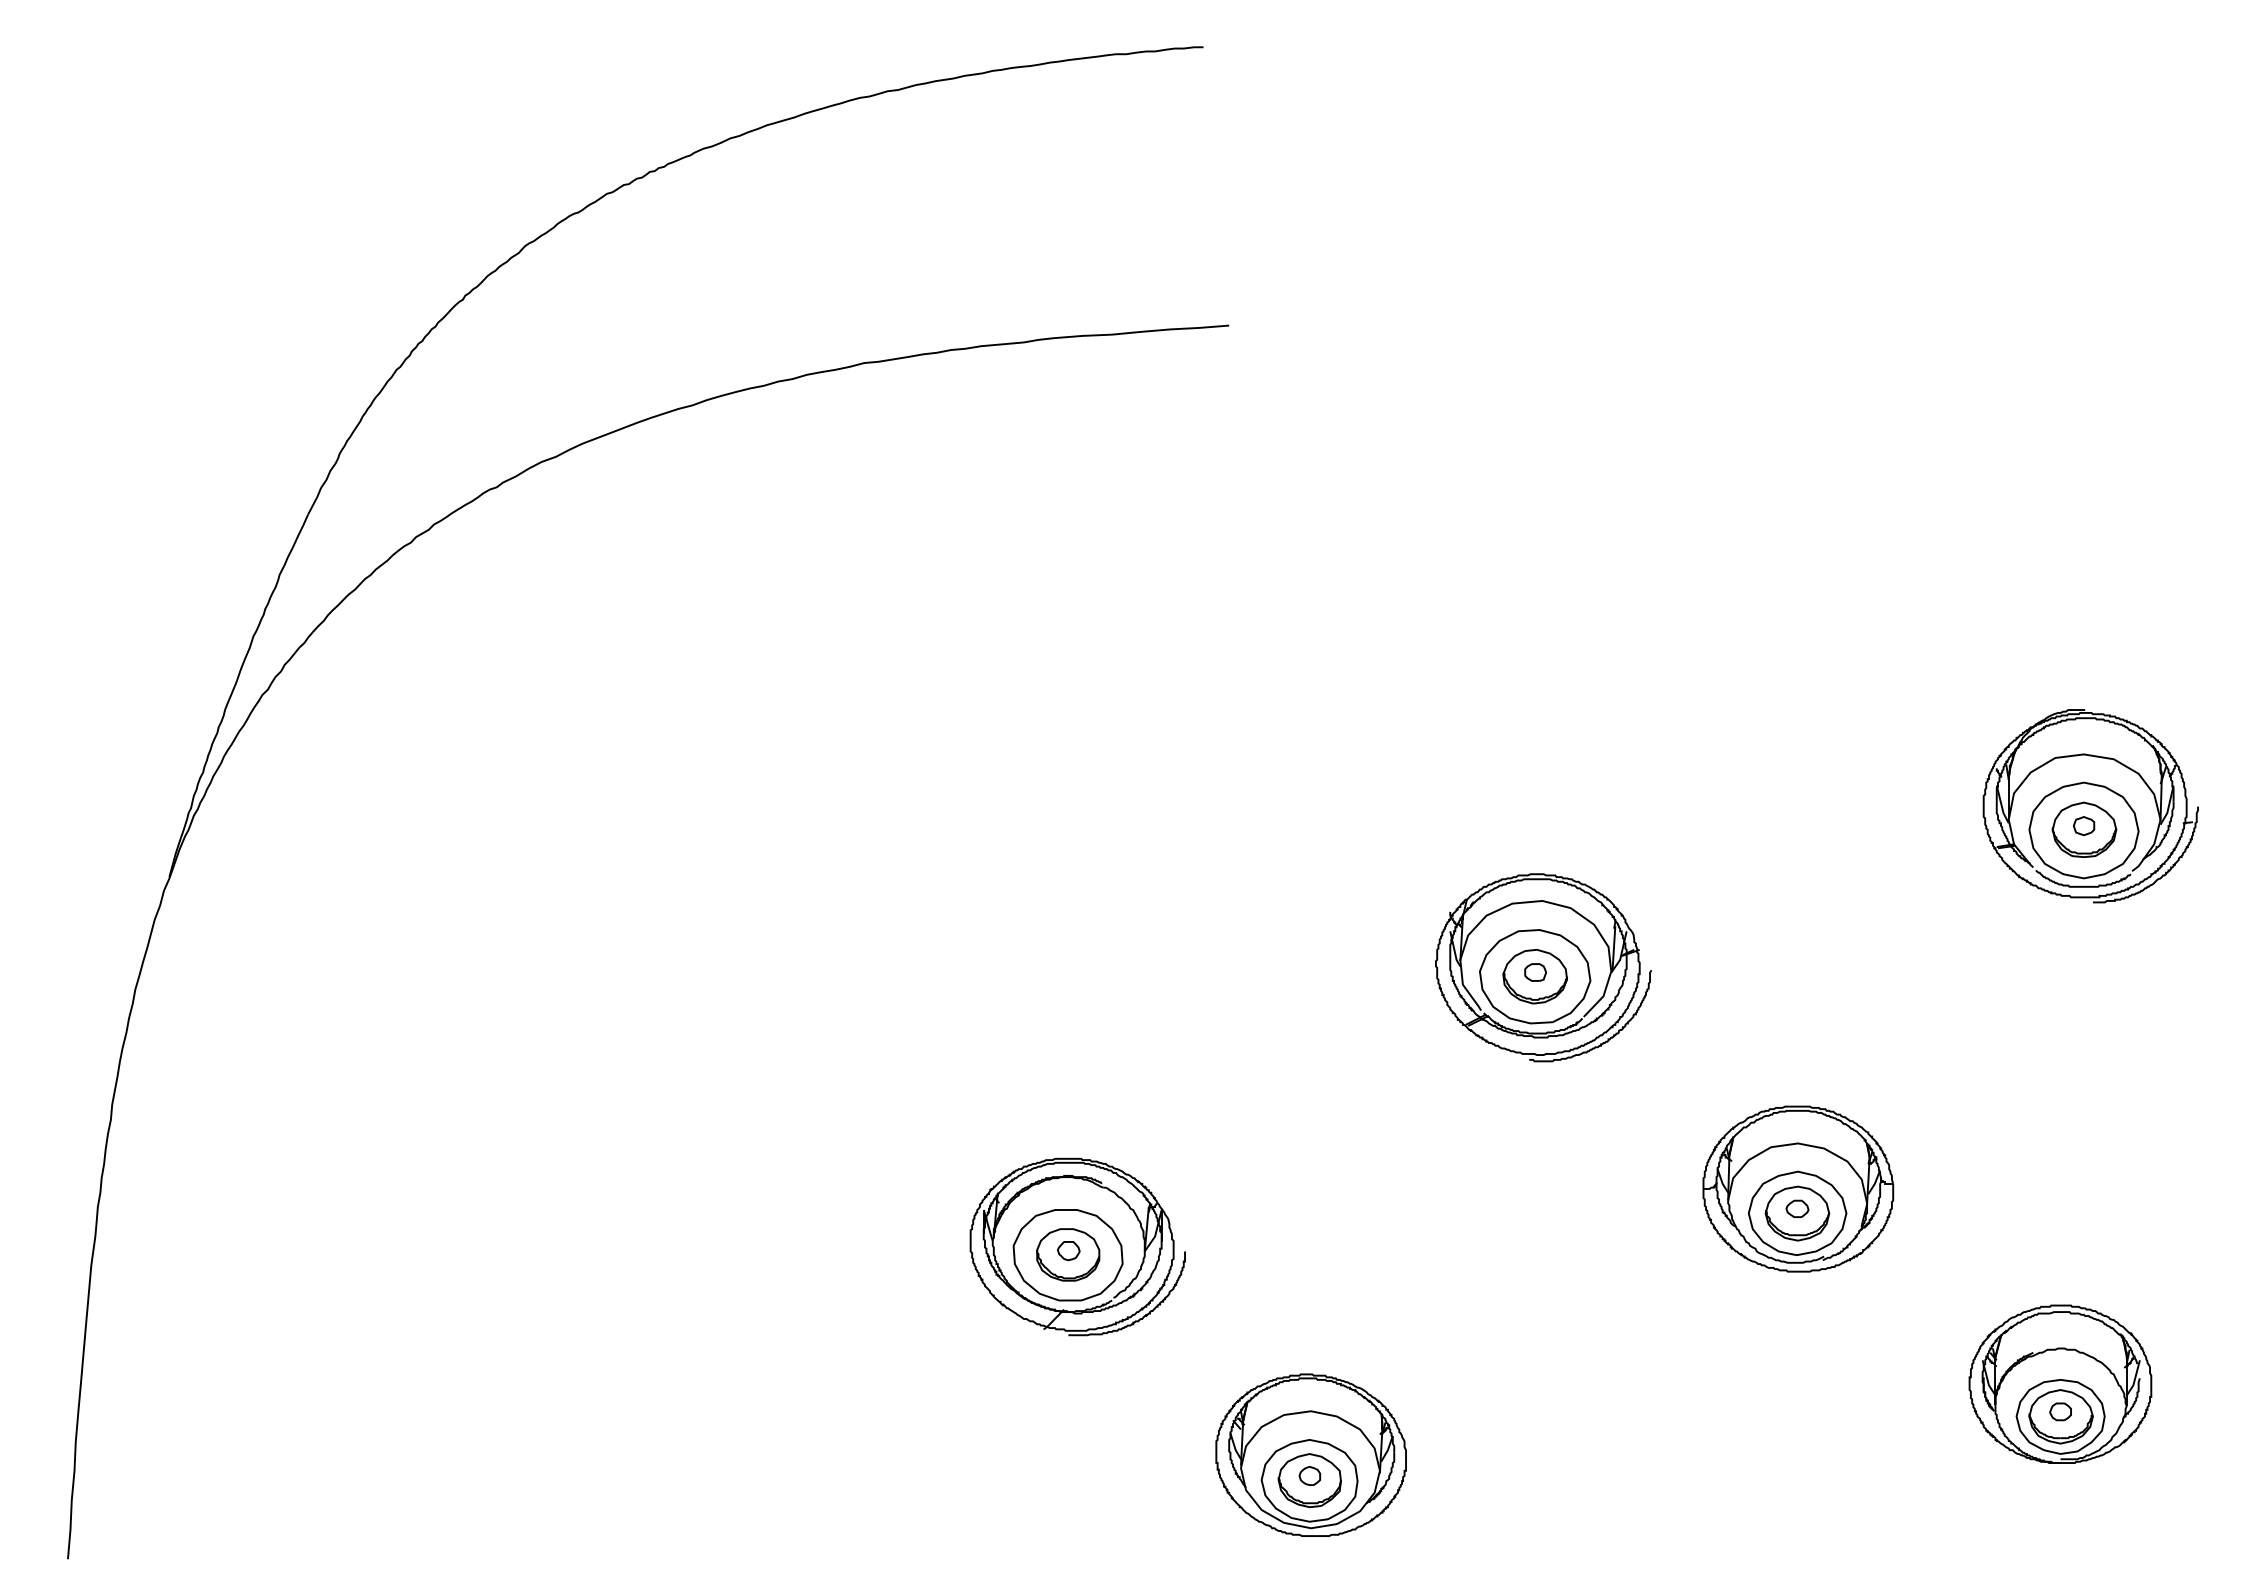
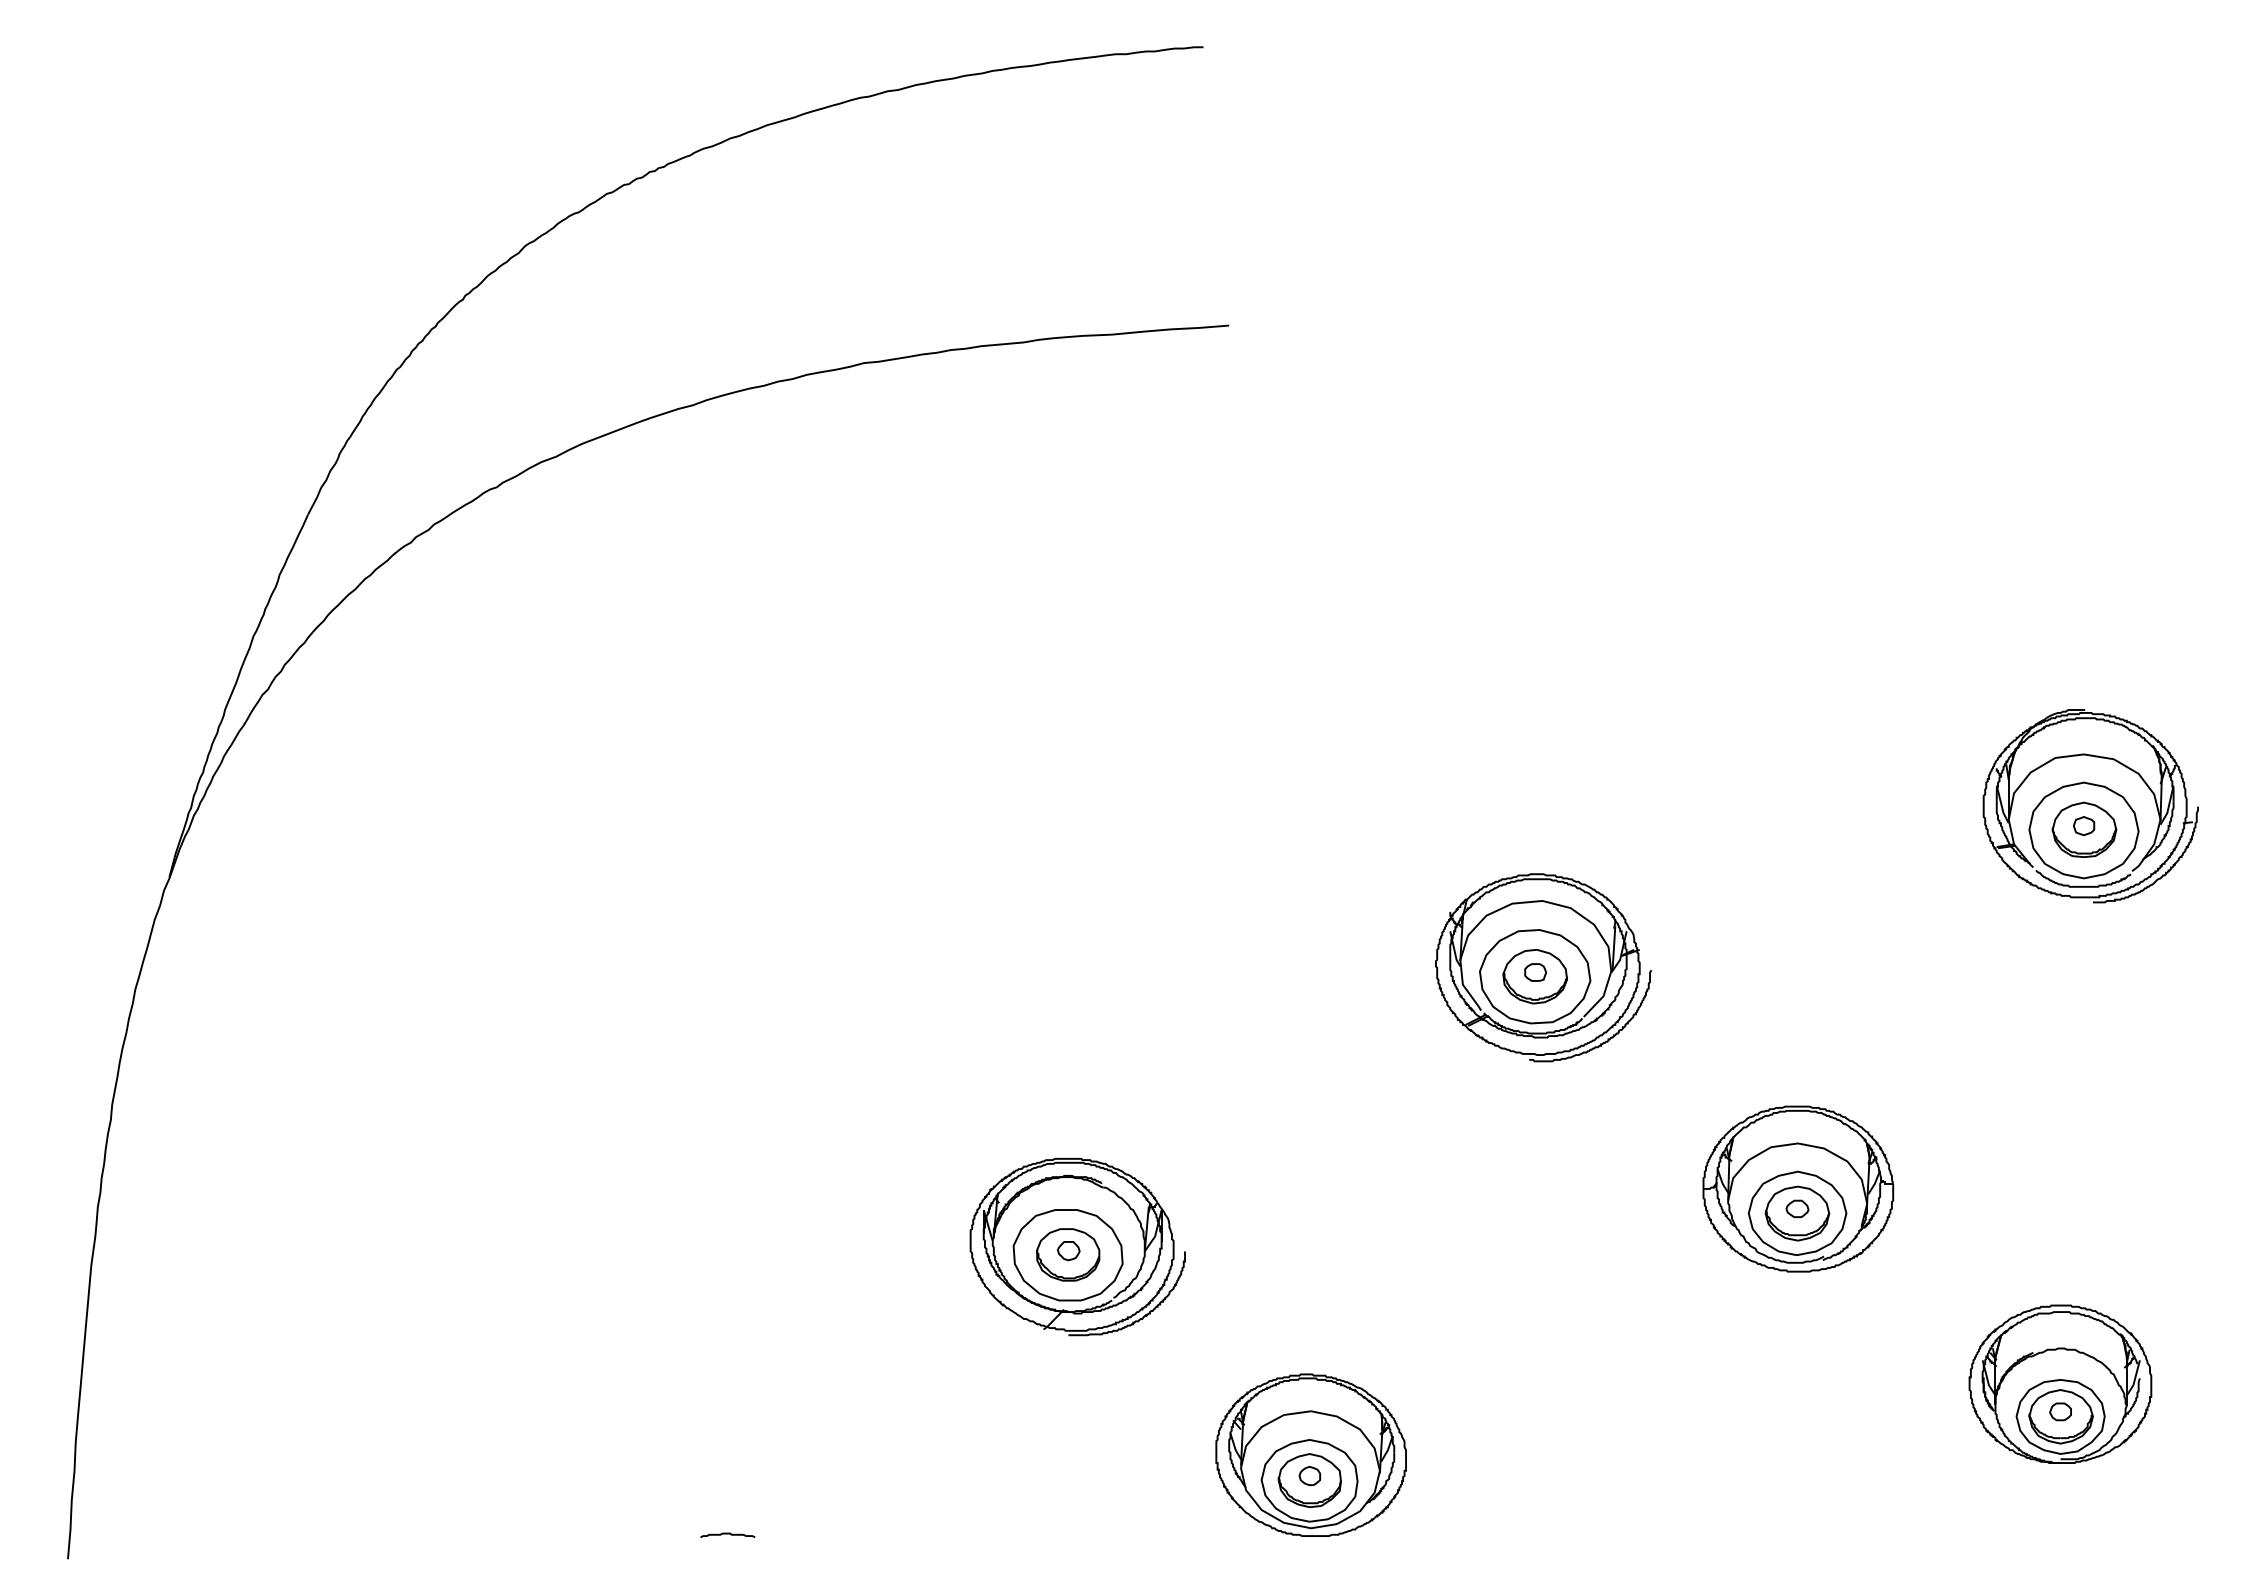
curve at (727, 1534): none -> present
